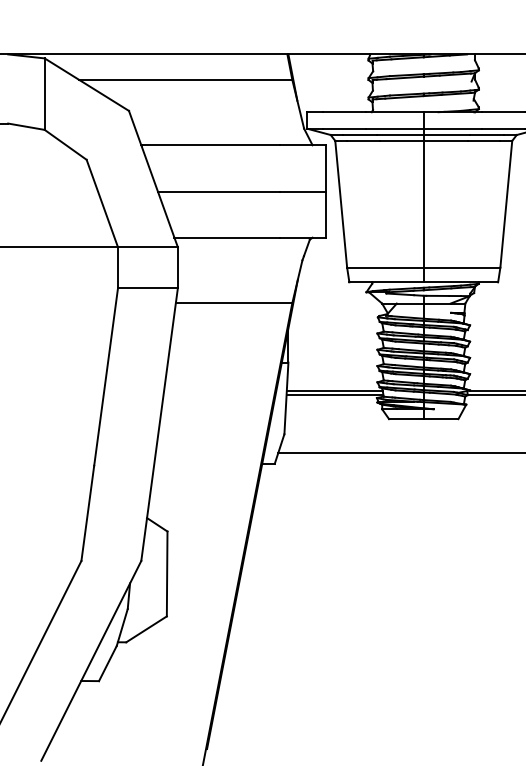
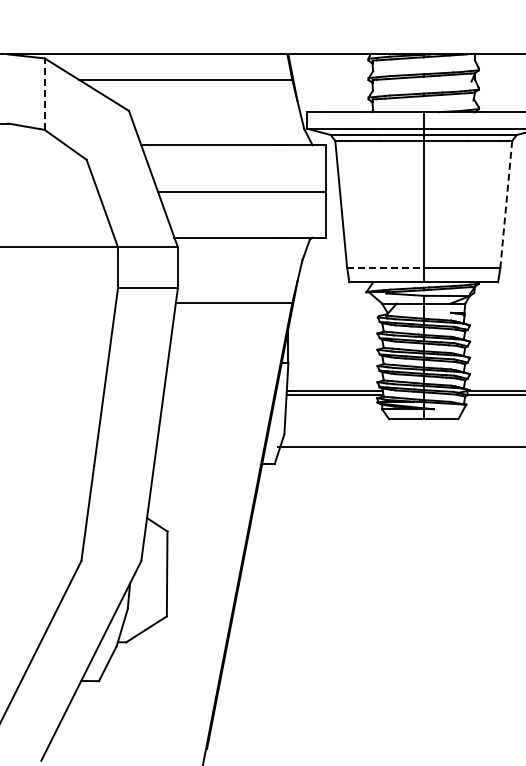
line at (44, 94): solid -> dashed
line at (506, 204): solid -> dashed
line at (385, 267): solid -> dashed
line at (400, 452) position: (400, 452) -> (400, 446)
